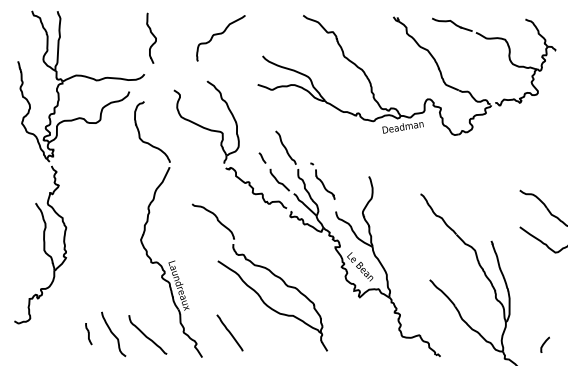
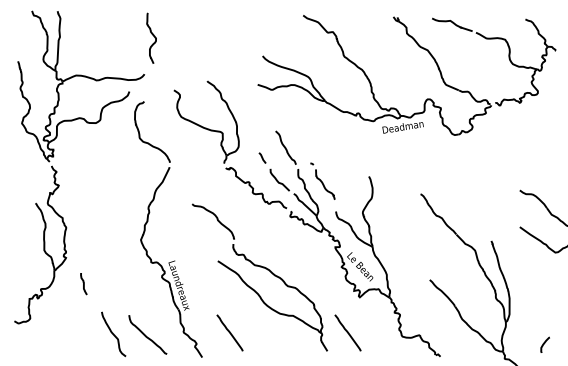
curve at (220, 34): present -> none
line at (347, 332): none -> present
curve at (88, 334) position: (88, 334) -> (83, 284)
